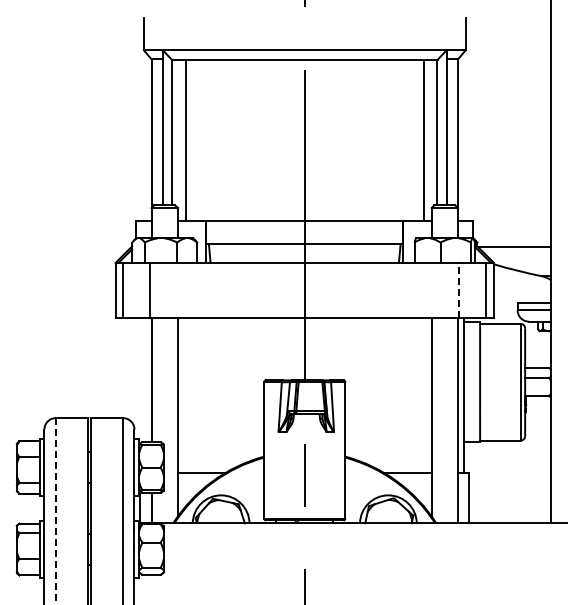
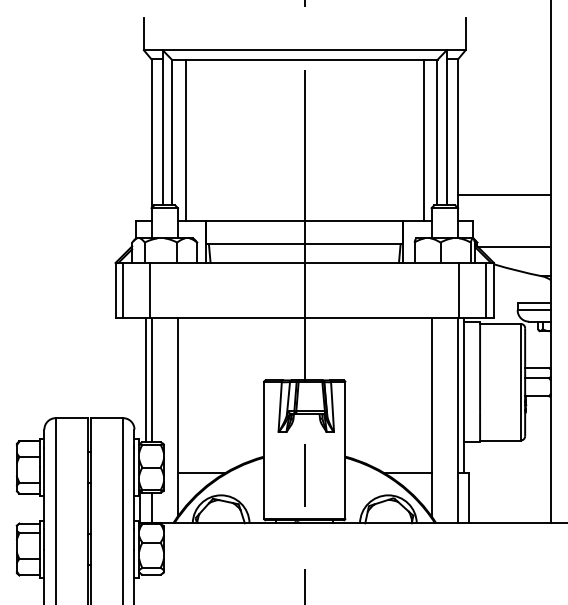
line at (504, 194): none -> present
line at (459, 289): dashed -> solid
line at (145, 379): none -> present
line at (55, 511): dashed -> solid
